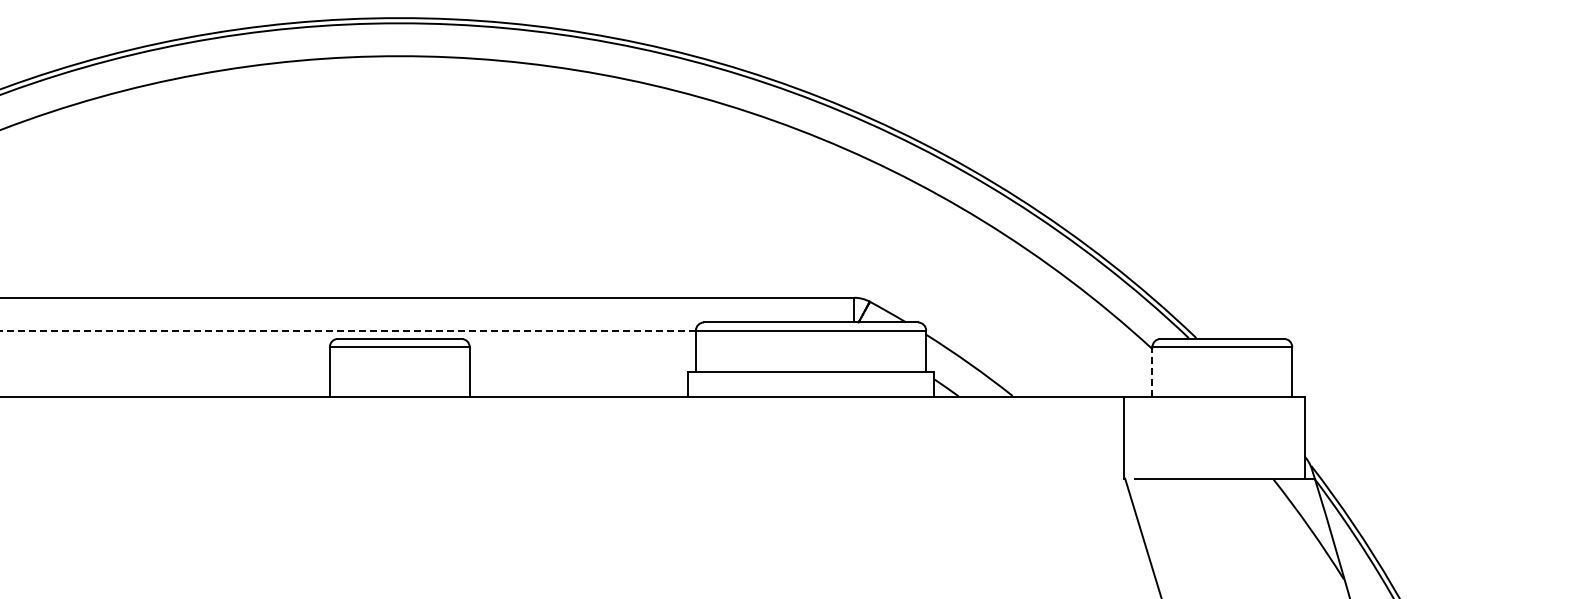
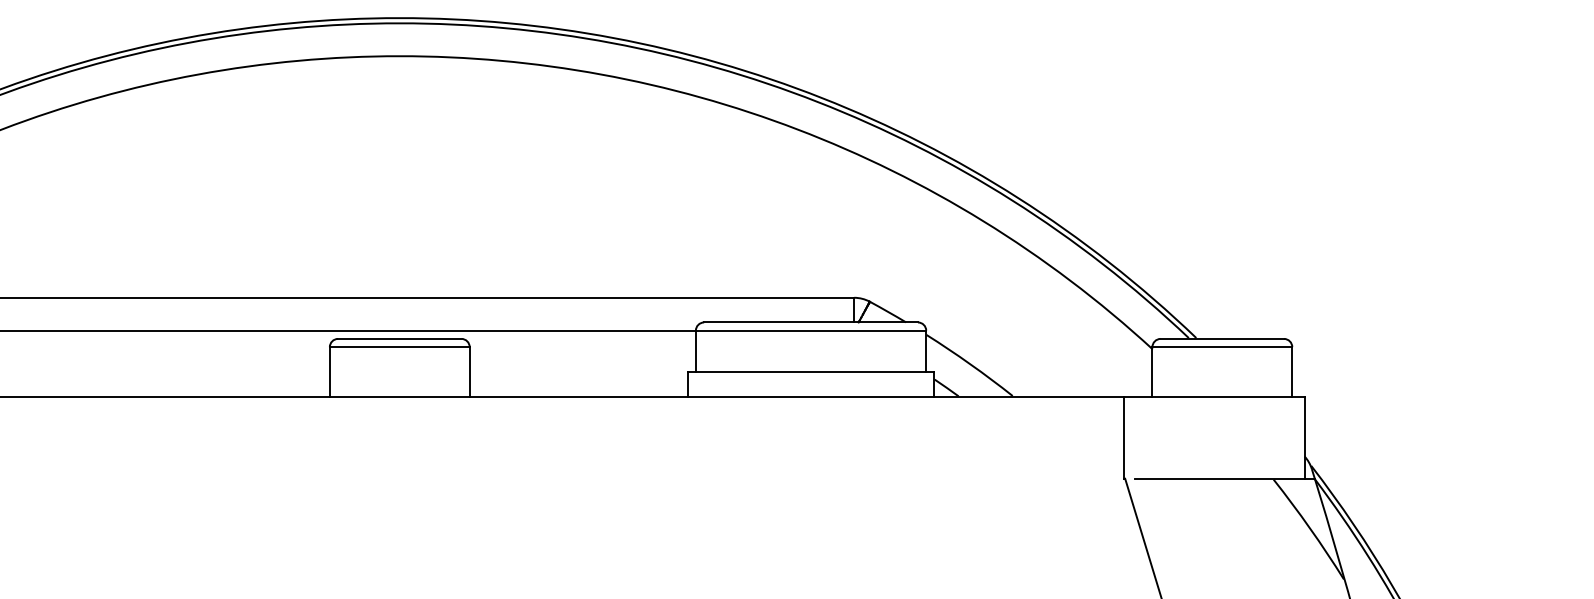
line at (348, 330): dashed -> solid
line at (1152, 371): dashed -> solid
